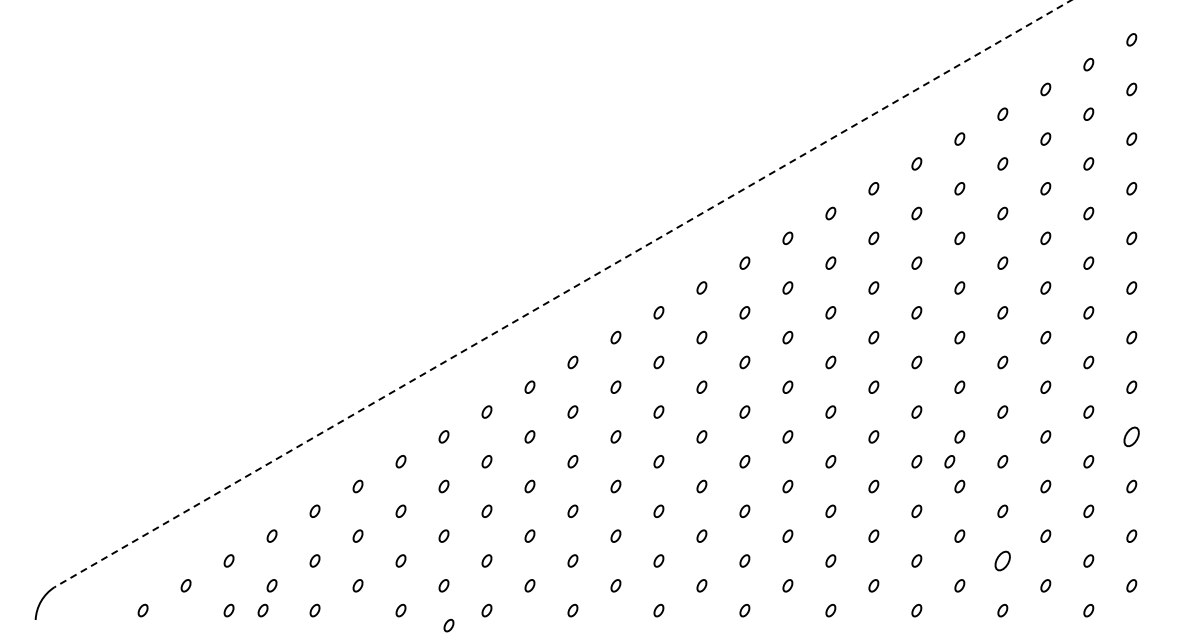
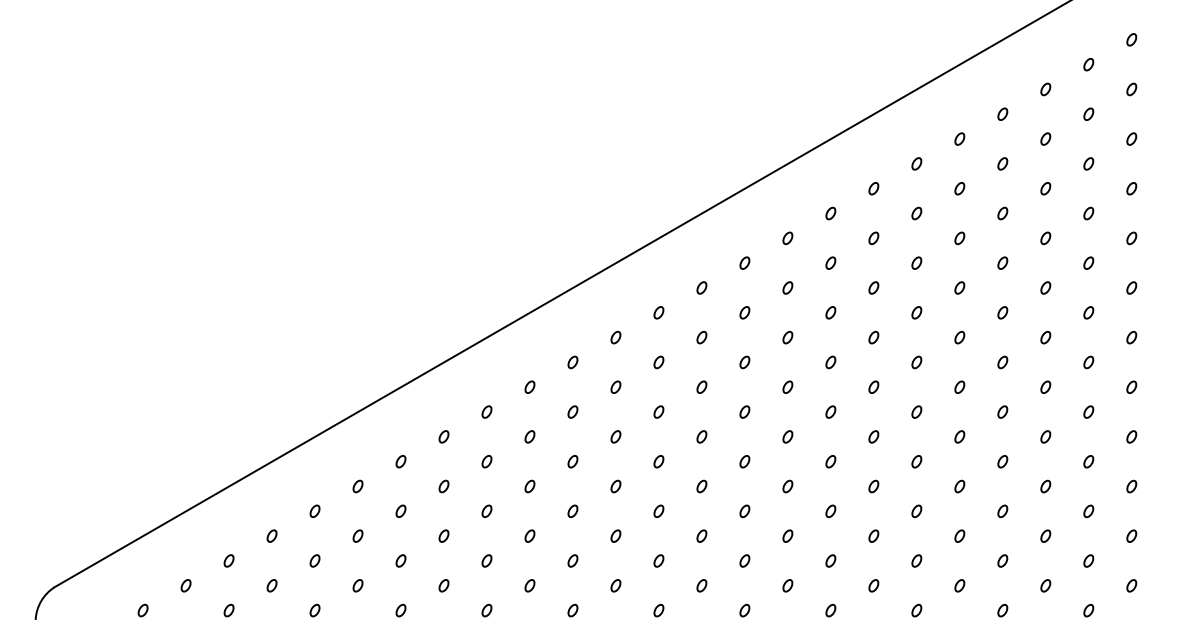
line at (562, 293): dashed -> solid
part at (1131, 436) size: 17x22 px -> 12x14 px
part at (949, 461): present -> none
part at (1002, 560) size: 17x22 px -> 12x14 px
part at (262, 610): present -> none
part at (448, 625): present -> none
